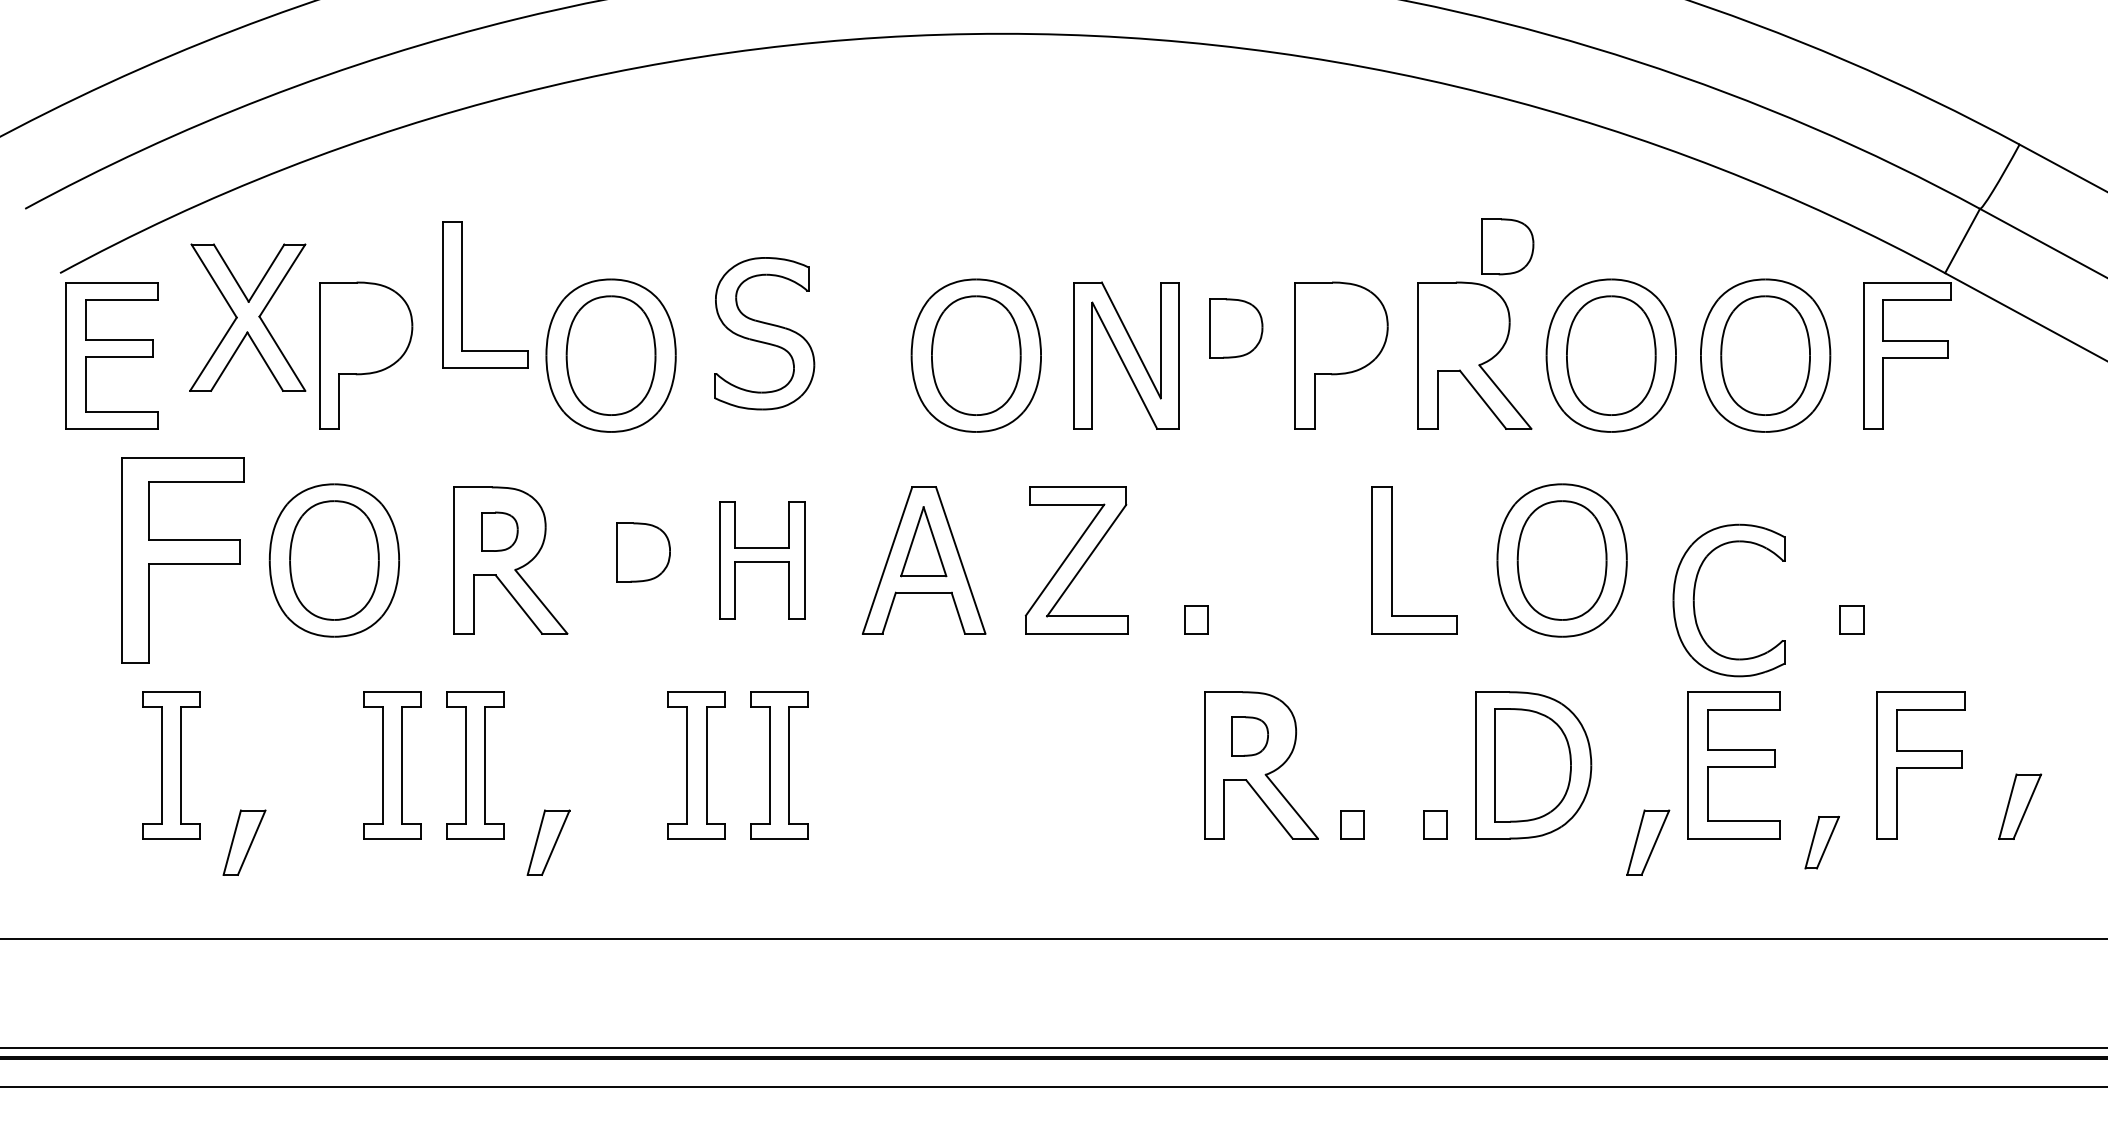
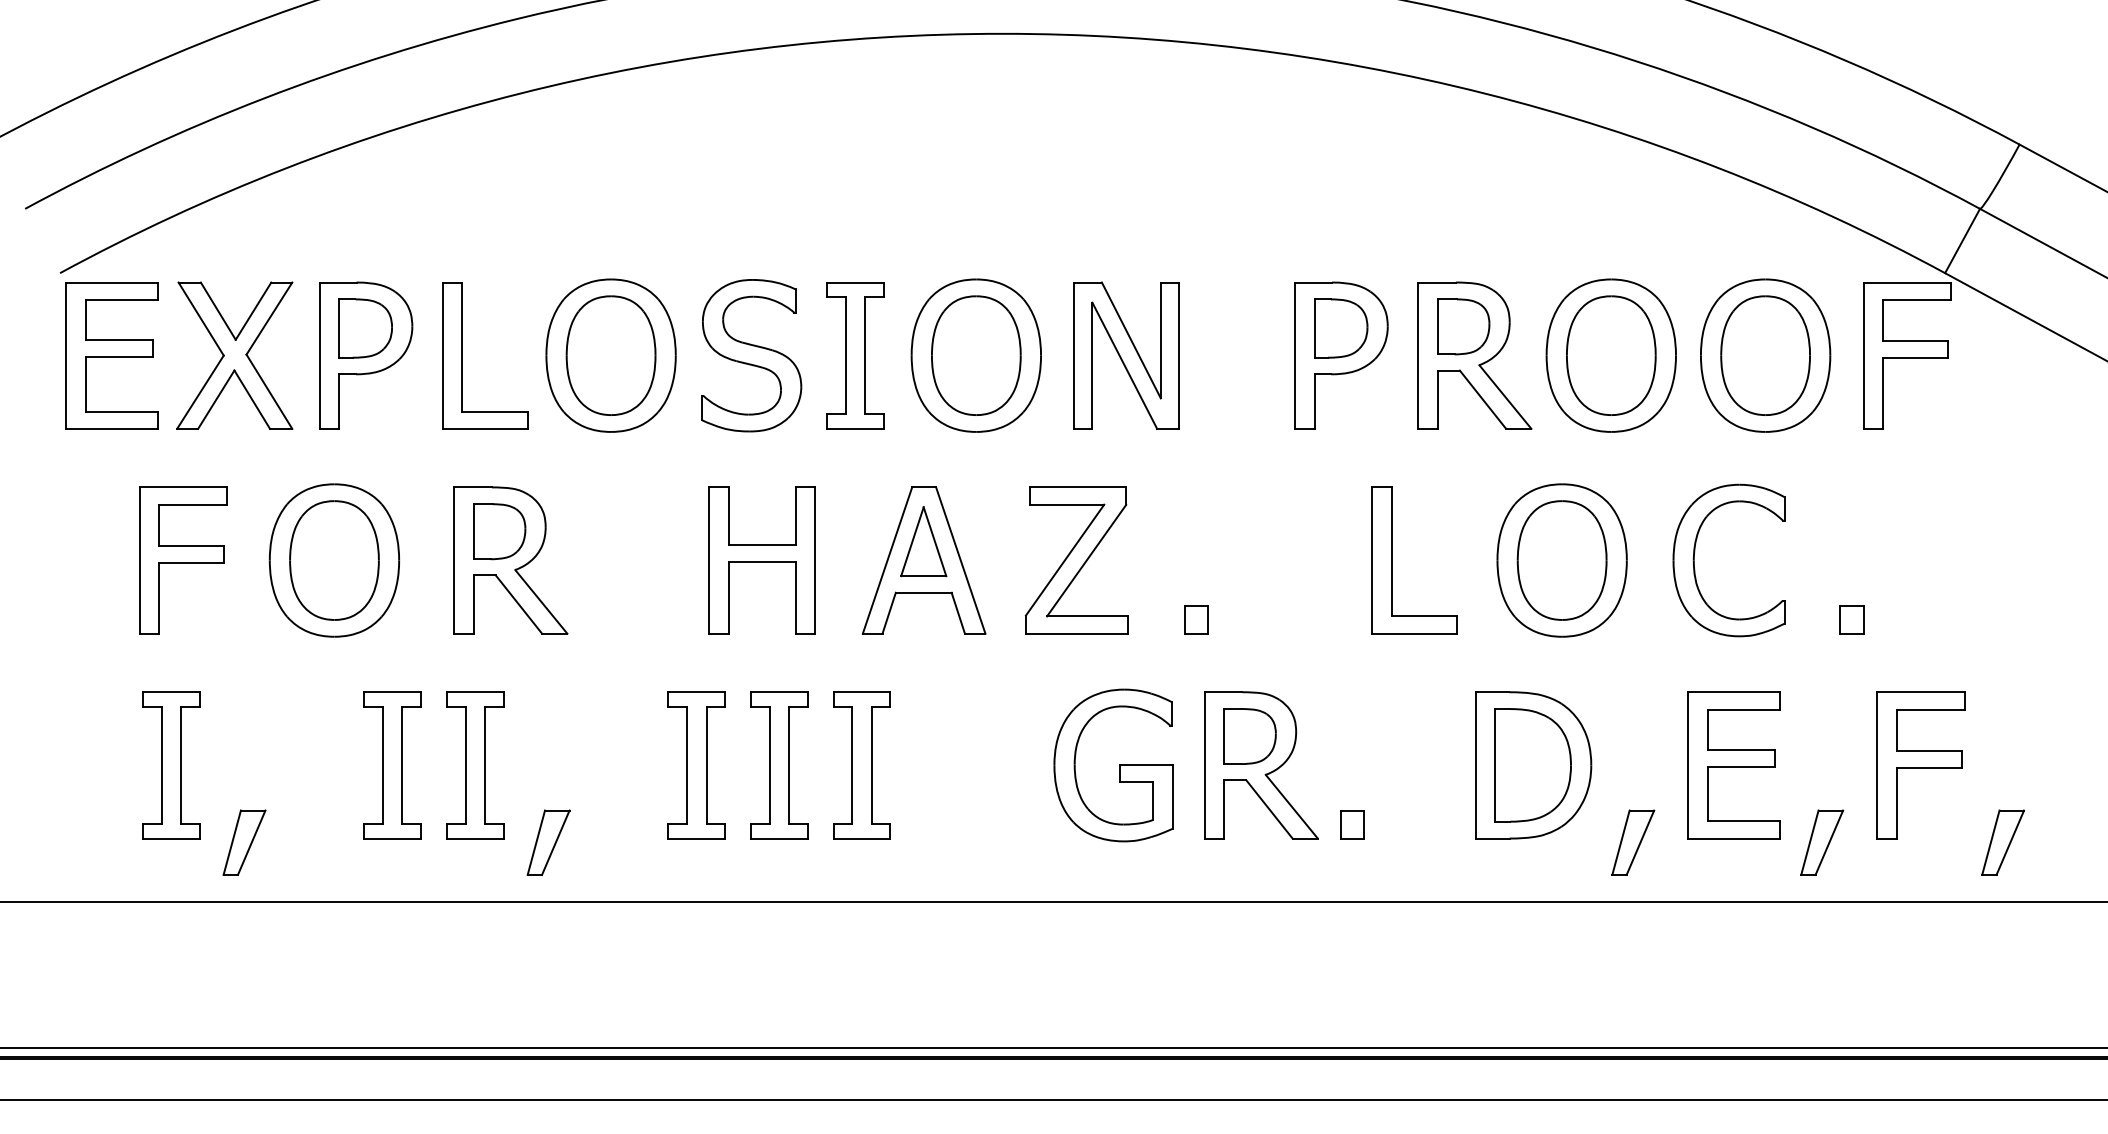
part at (1507, 246) position: (1507, 246) -> (1463, 326)
part at (462, 294) position: (462, 294) -> (462, 355)
part at (247, 317) position: (247, 317) -> (234, 355)
part at (1236, 328) position: (1236, 328) -> (1341, 328)
part at (764, 333) position: (764, 333) -> (751, 355)
part at (855, 355): none -> present
part at (499, 531) size: 38x41 px -> 54x58 px
part at (643, 552) position: (643, 552) -> (365, 328)
part at (182, 560) size: 124x207 px -> 89x149 px
part at (762, 560) size: 87x119 px -> 108x149 px
part at (1694, 600) position: (1694, 600) -> (1694, 560)
part at (1249, 736) size: 38x41 px -> 54x57 px
part at (861, 765): none -> present
part at (1113, 765): none -> present
part at (2020, 806) position: (2020, 806) -> (2003, 842)
part at (1435, 824): present -> none
part at (1648, 842) position: (1648, 842) -> (1633, 842)
part at (1821, 842) size: 36x55 px -> 45x67 px
line at (1053, 939) position: (1053, 939) -> (1053, 902)
line at (1053, 1087) position: (1053, 1087) -> (1053, 1100)
